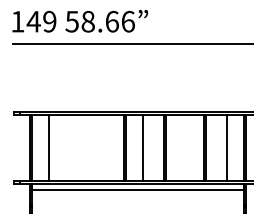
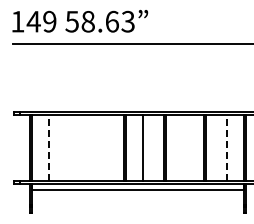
text at (127, 21): 58.66 -> 58.63
line at (49, 148): solid -> dashed
line at (227, 148): solid -> dashed
